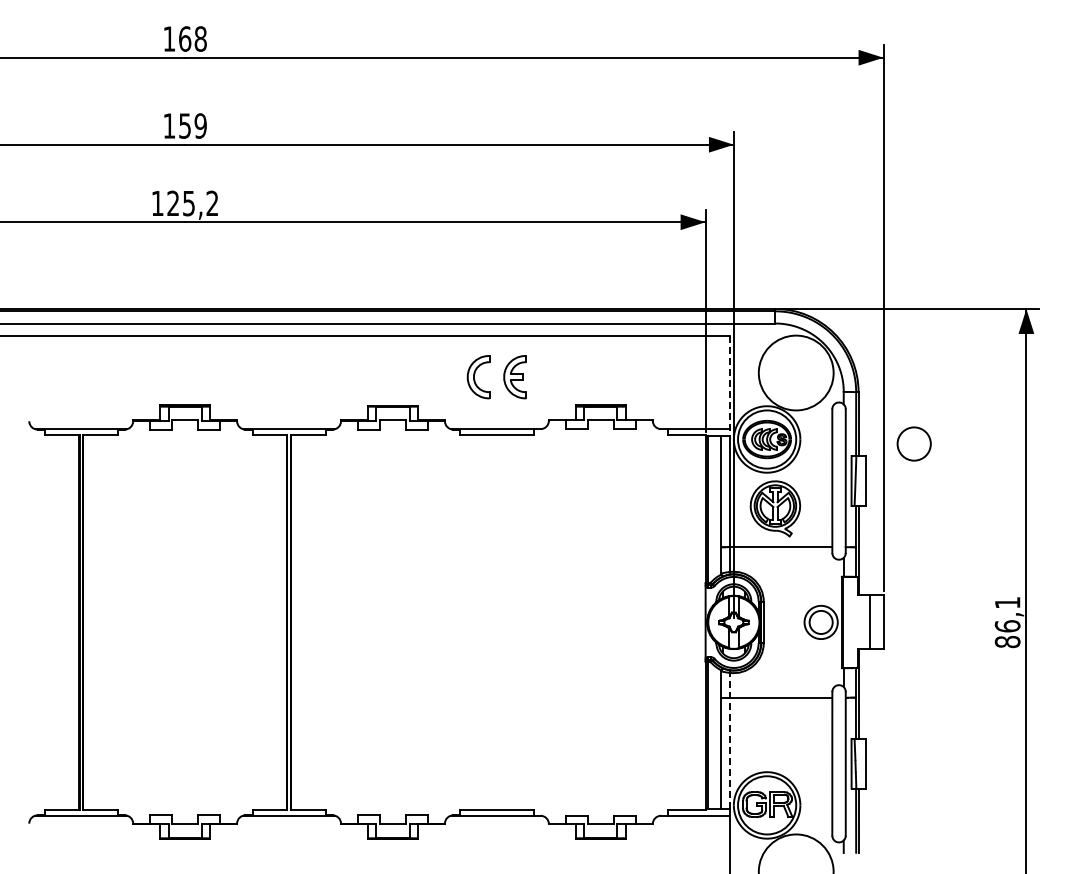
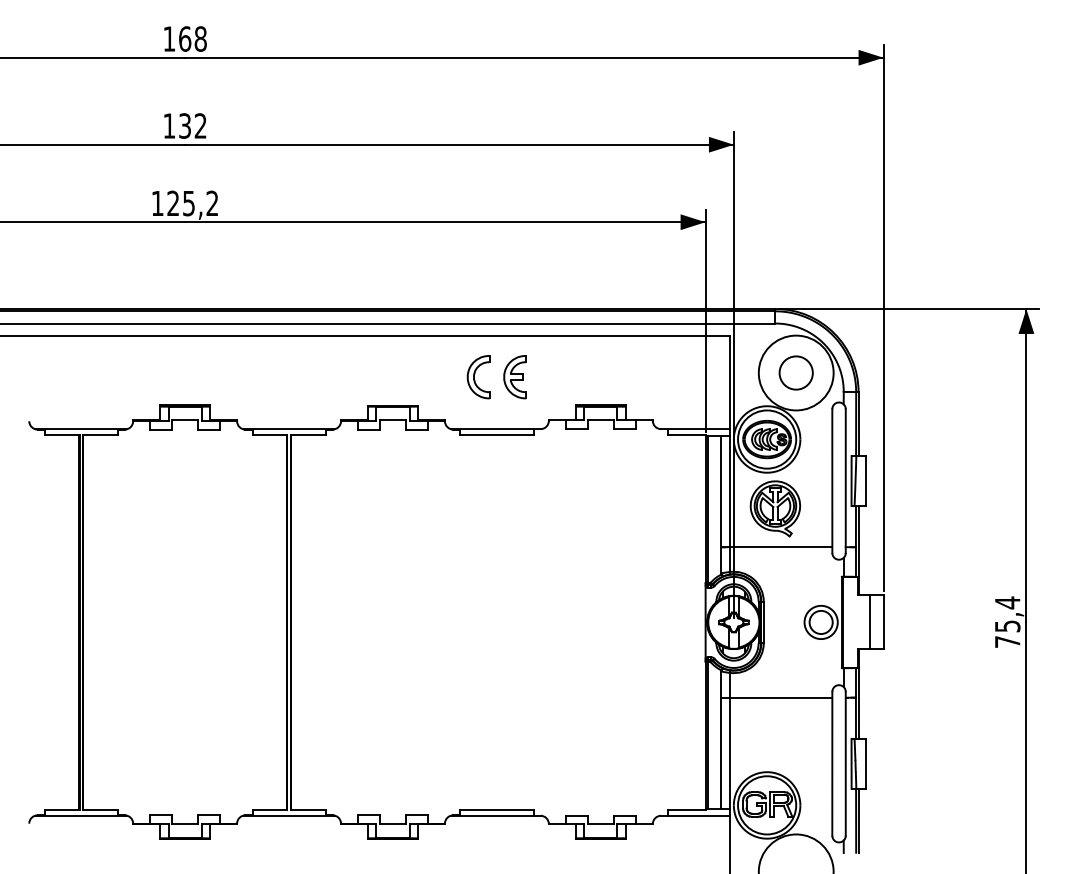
text at (192, 125): 159 -> 132
line at (729, 386): dashed -> solid
circle at (913, 443) position: (913, 443) -> (795, 372)
text at (1007, 622): 86,1 -> 75,4
line at (729, 740): dashed -> solid
